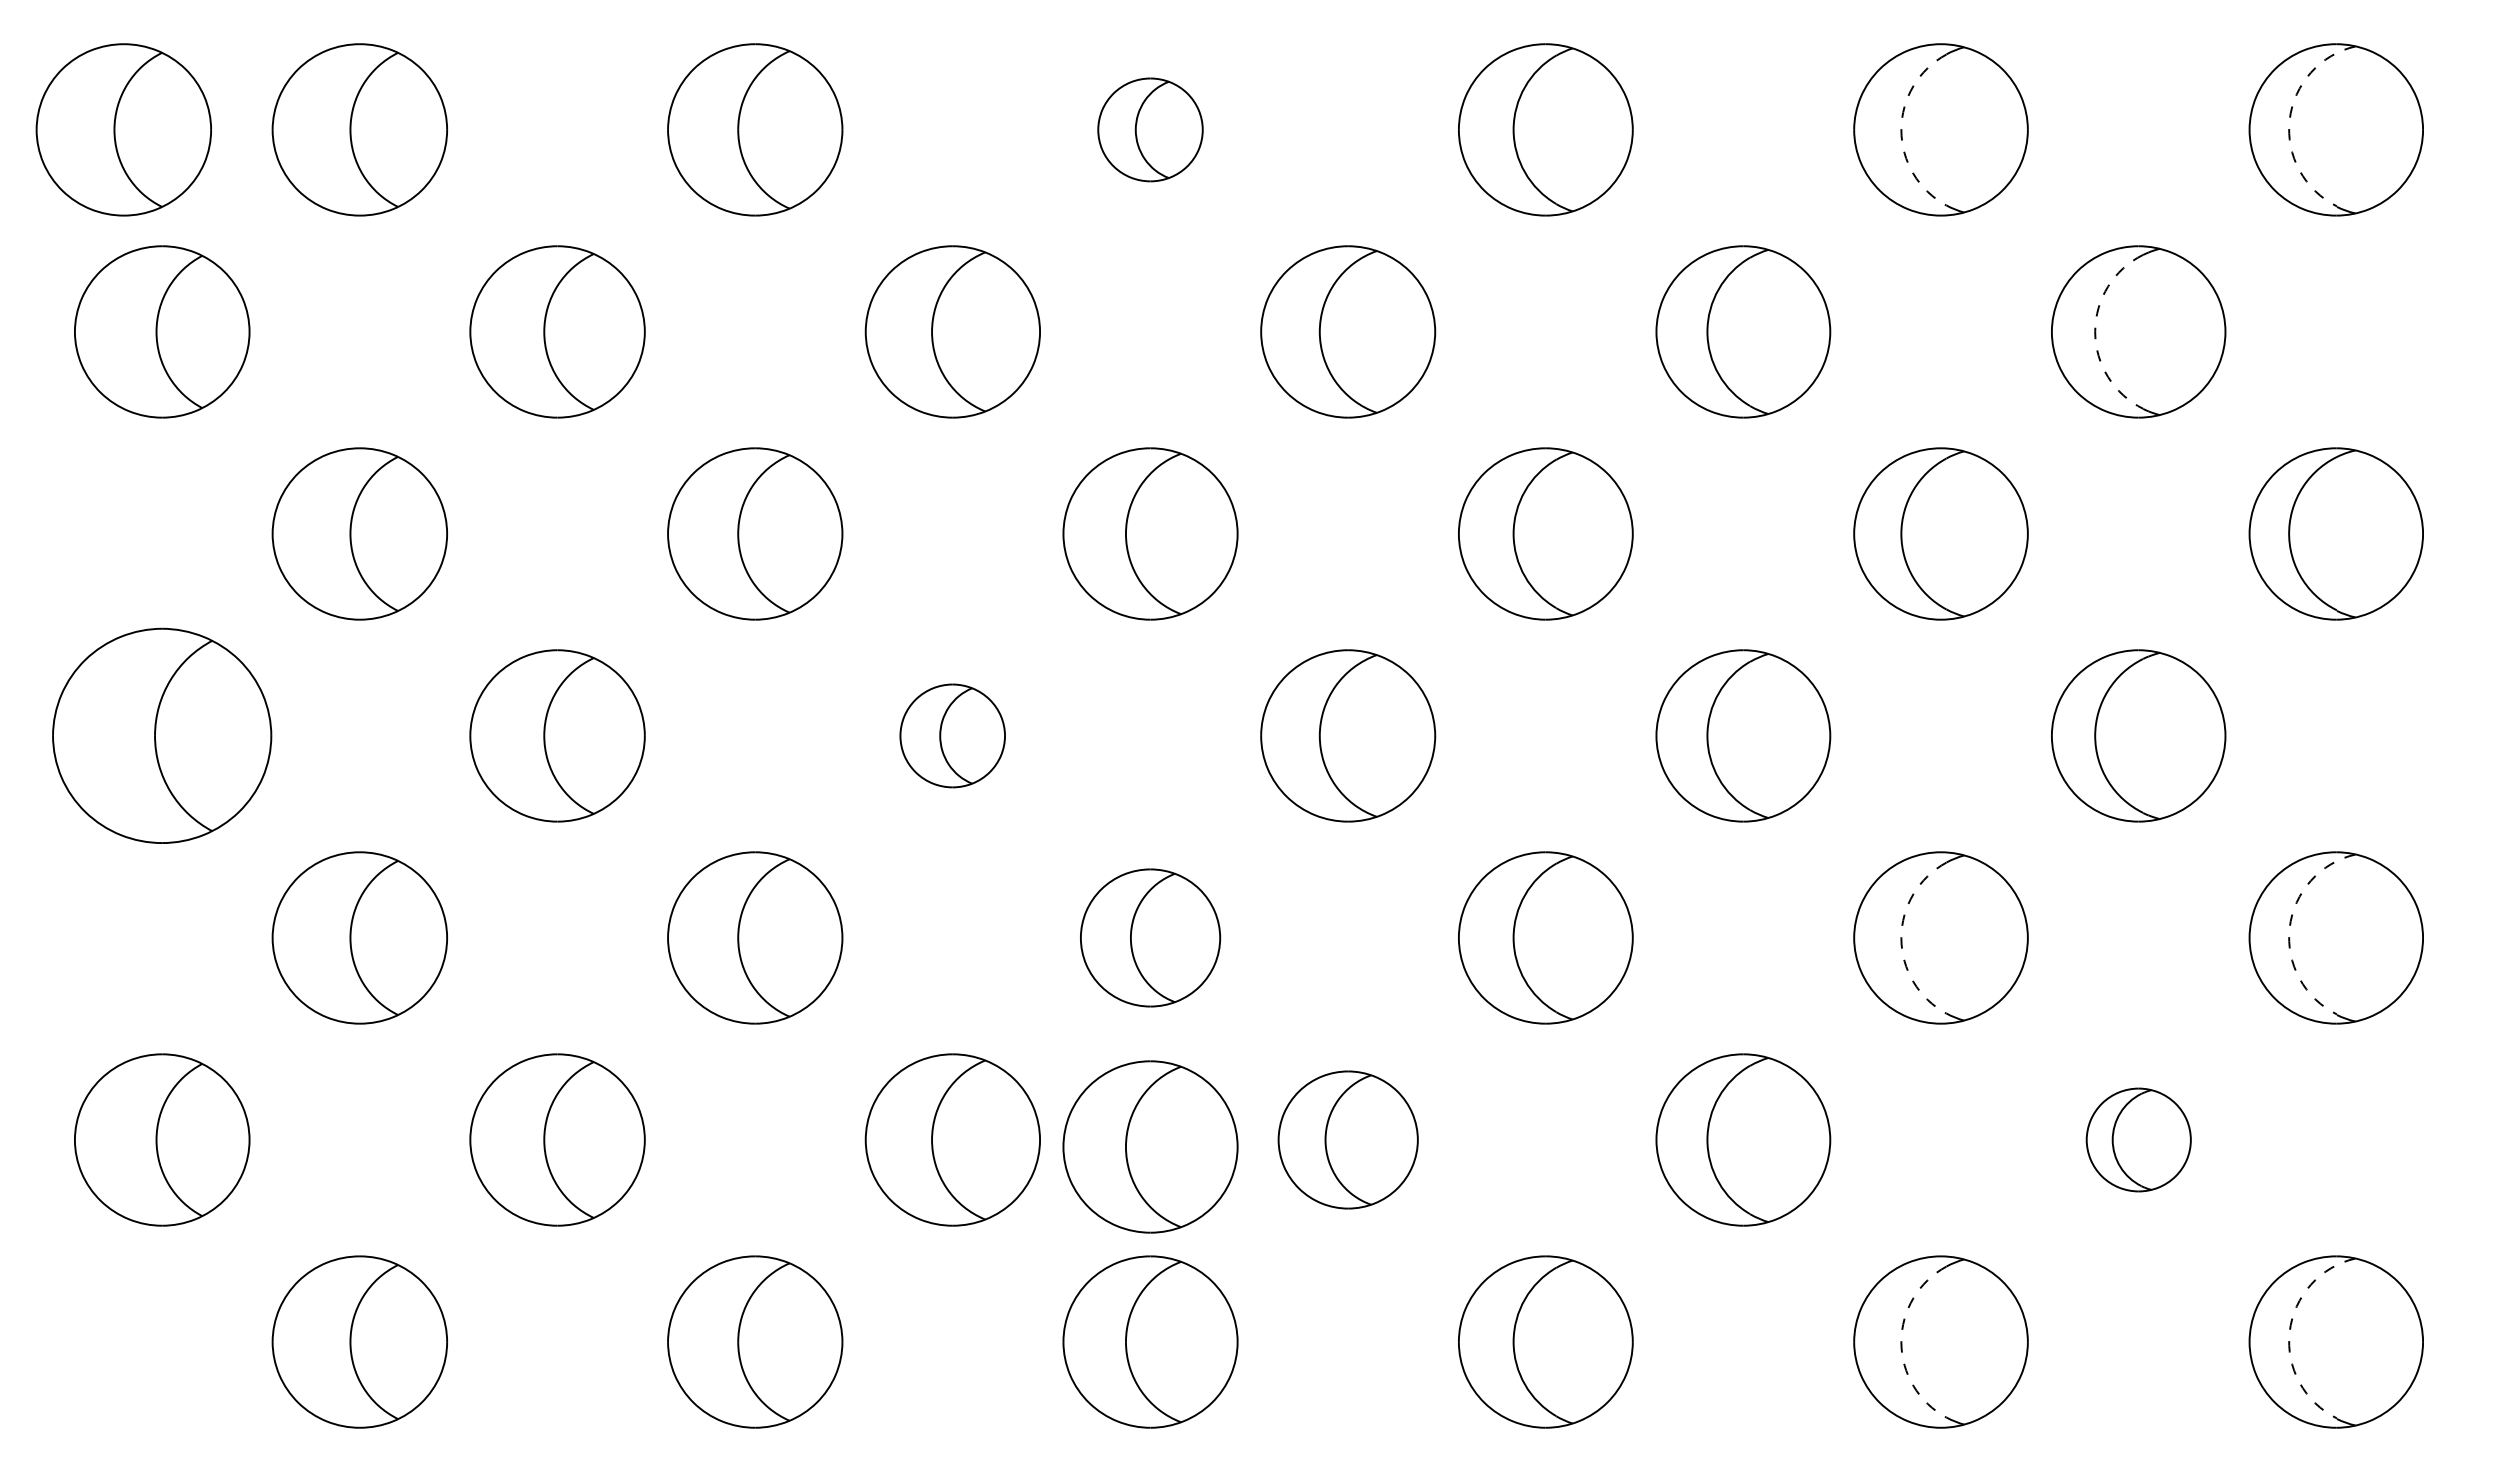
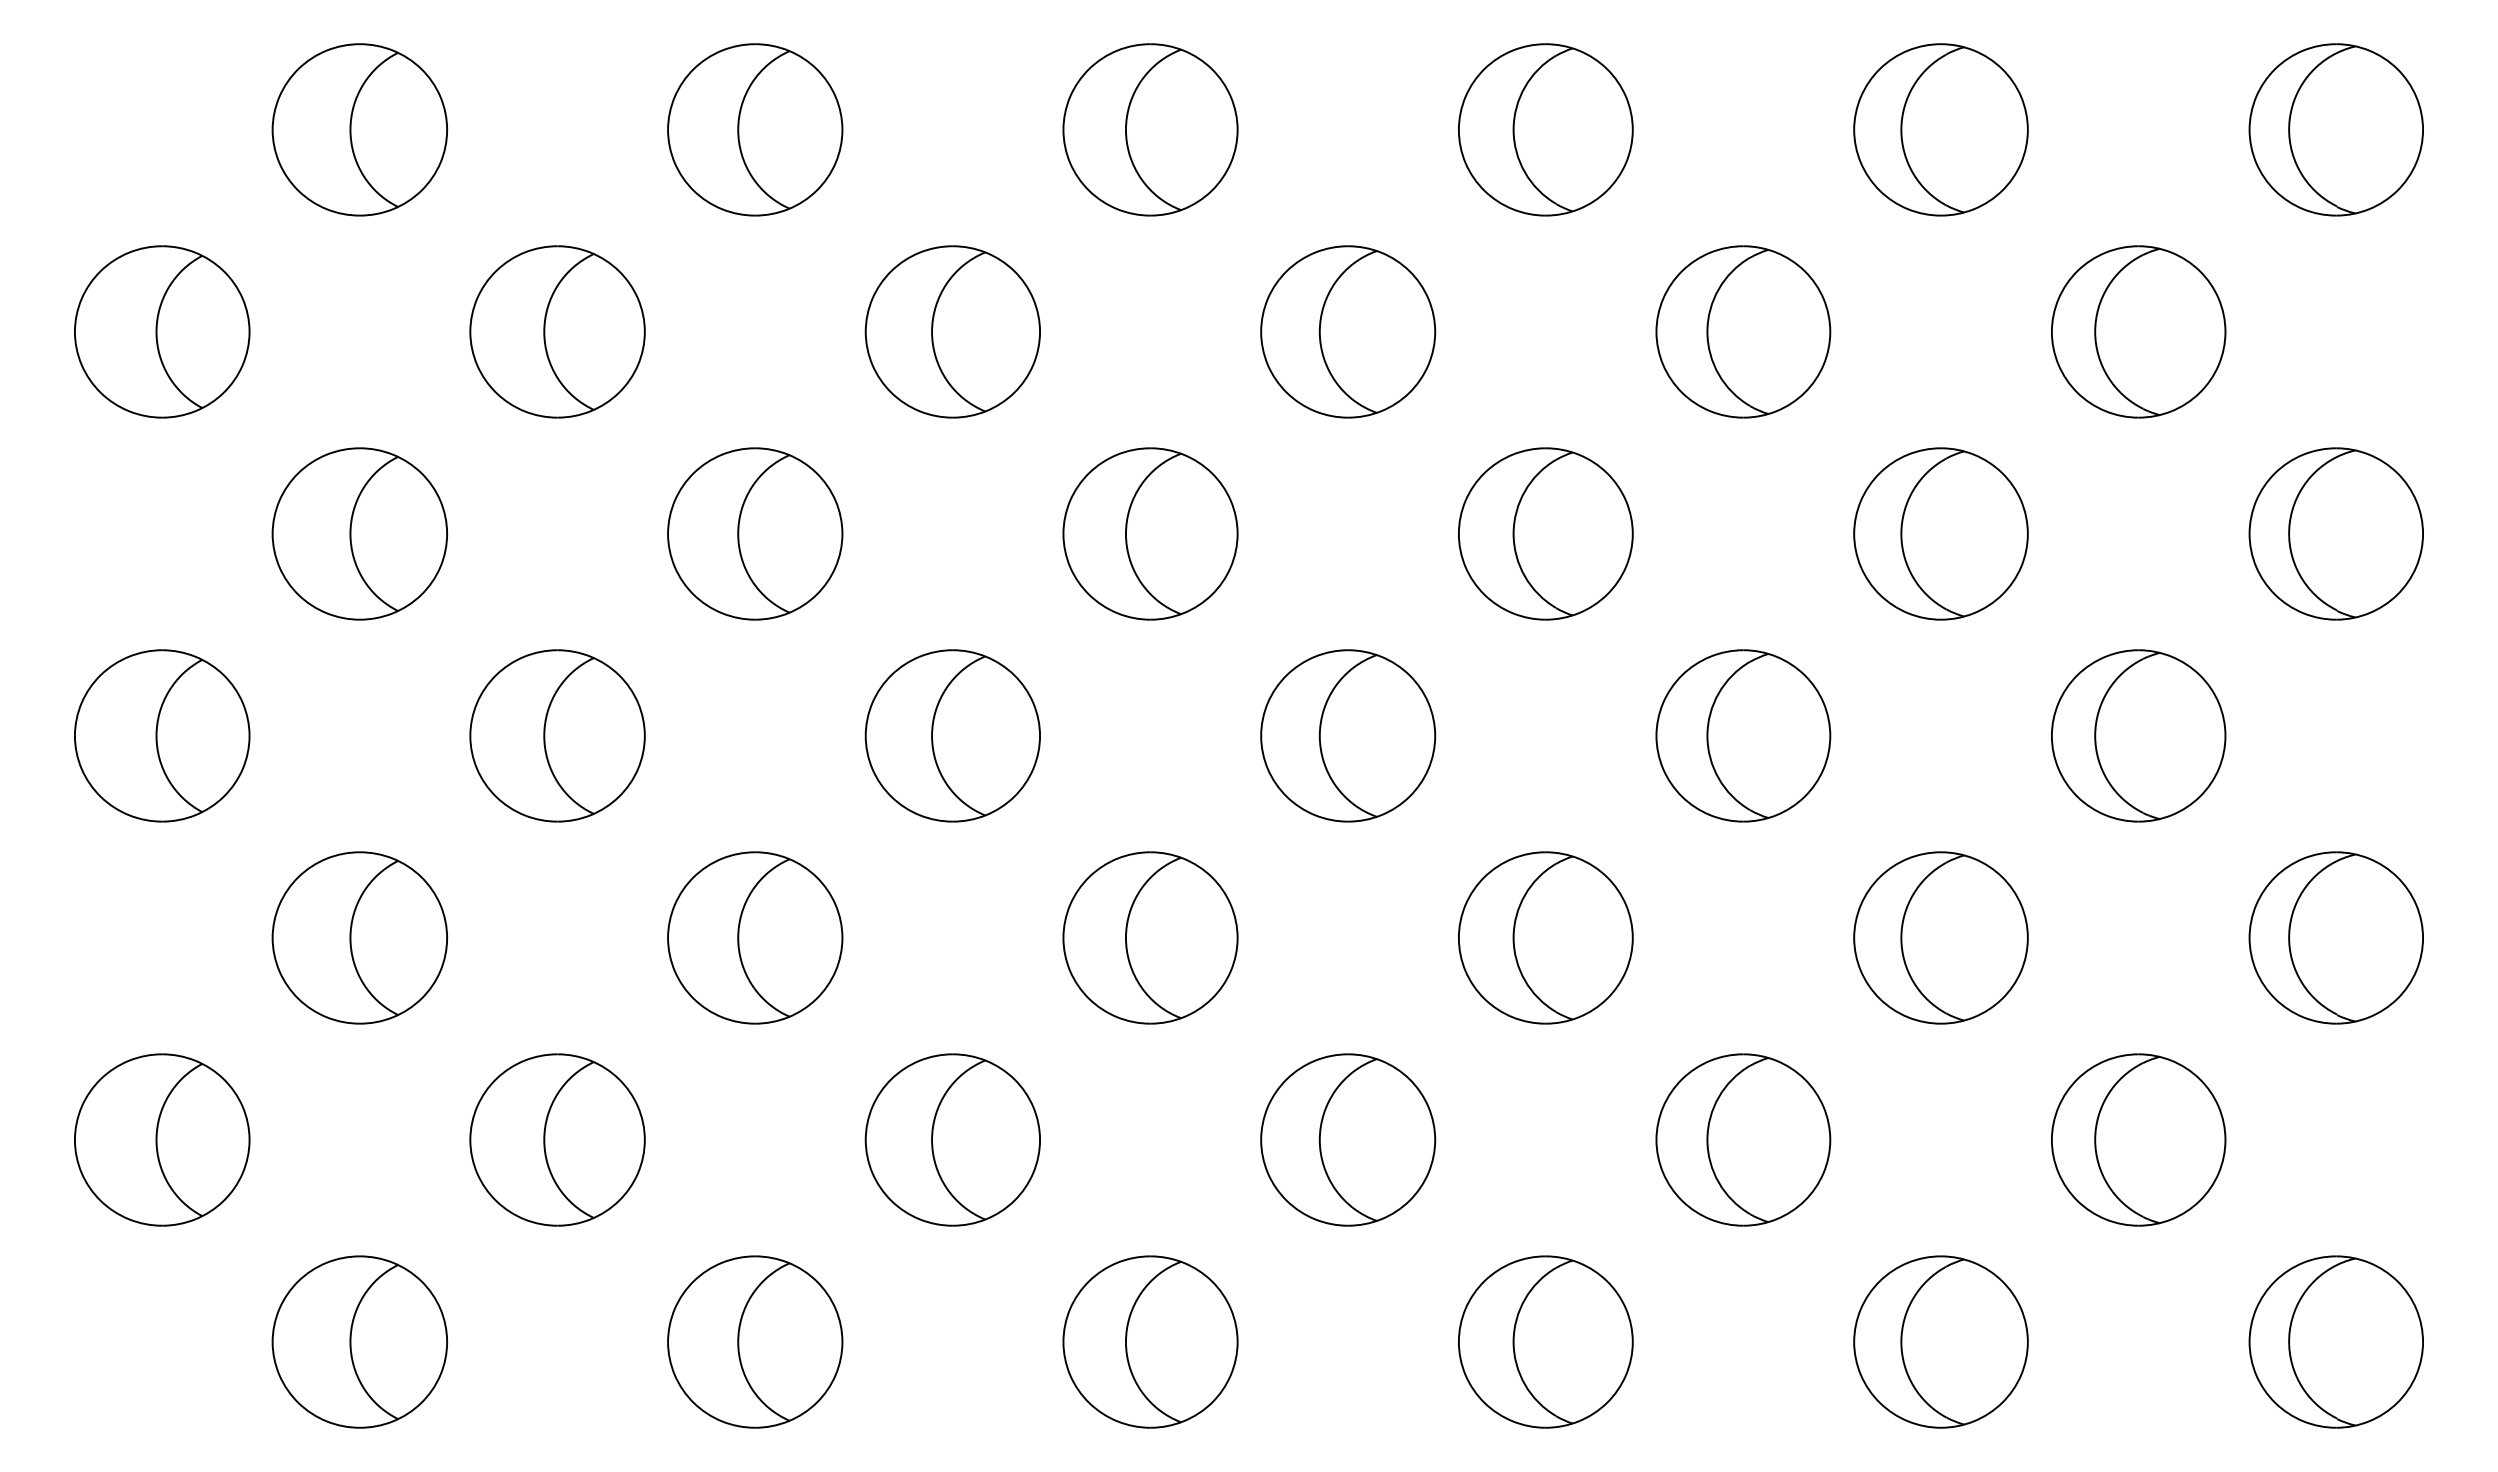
arc at (2289, 119): dashed -> solid
part at (123, 129): present -> none
part at (1150, 129) size: 107x106 px -> 177x174 px
arc at (1901, 130): dashed -> solid
arc at (2095, 331): dashed -> solid
part at (162, 735) size: 221x217 px -> 177x174 px
part at (952, 735) size: 107x106 px -> 177x174 px
arc at (2289, 927): dashed -> solid
part at (1150, 937) size: 142x140 px -> 177x174 px
arc at (1901, 938): dashed -> solid
part at (1347, 1139) size: 142x140 px -> 177x174 px
part at (2138, 1139) size: 107x106 px -> 176x174 px
part at (1150, 1146): present -> none
arc at (2289, 1331): dashed -> solid
arc at (1901, 1342): dashed -> solid
